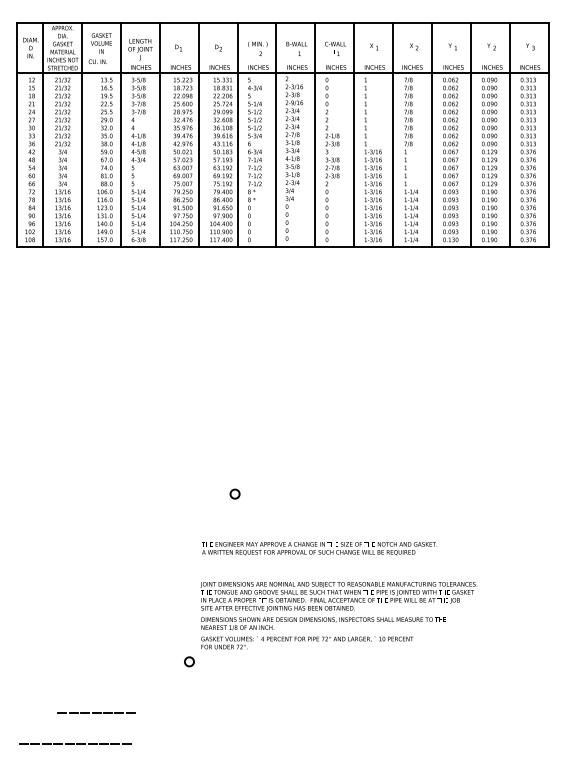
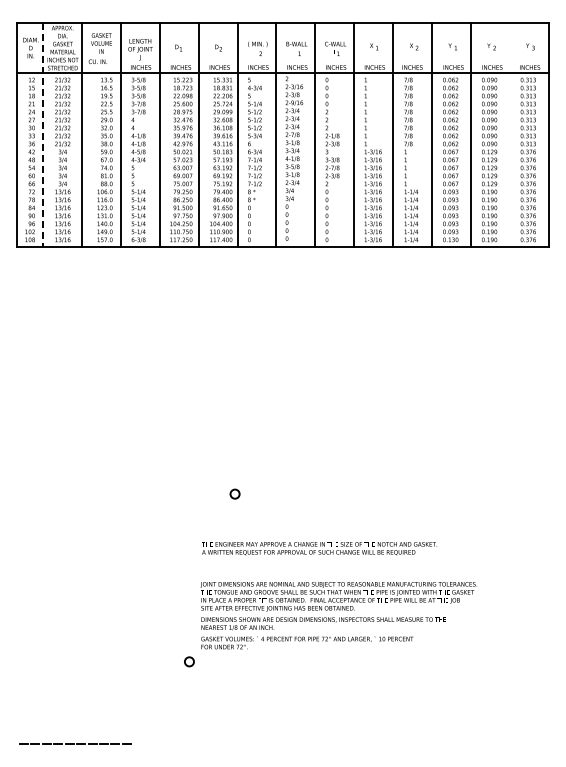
line at (43, 134): solid -> dashed
line at (509, 134): present -> none
line at (96, 712): present -> none
